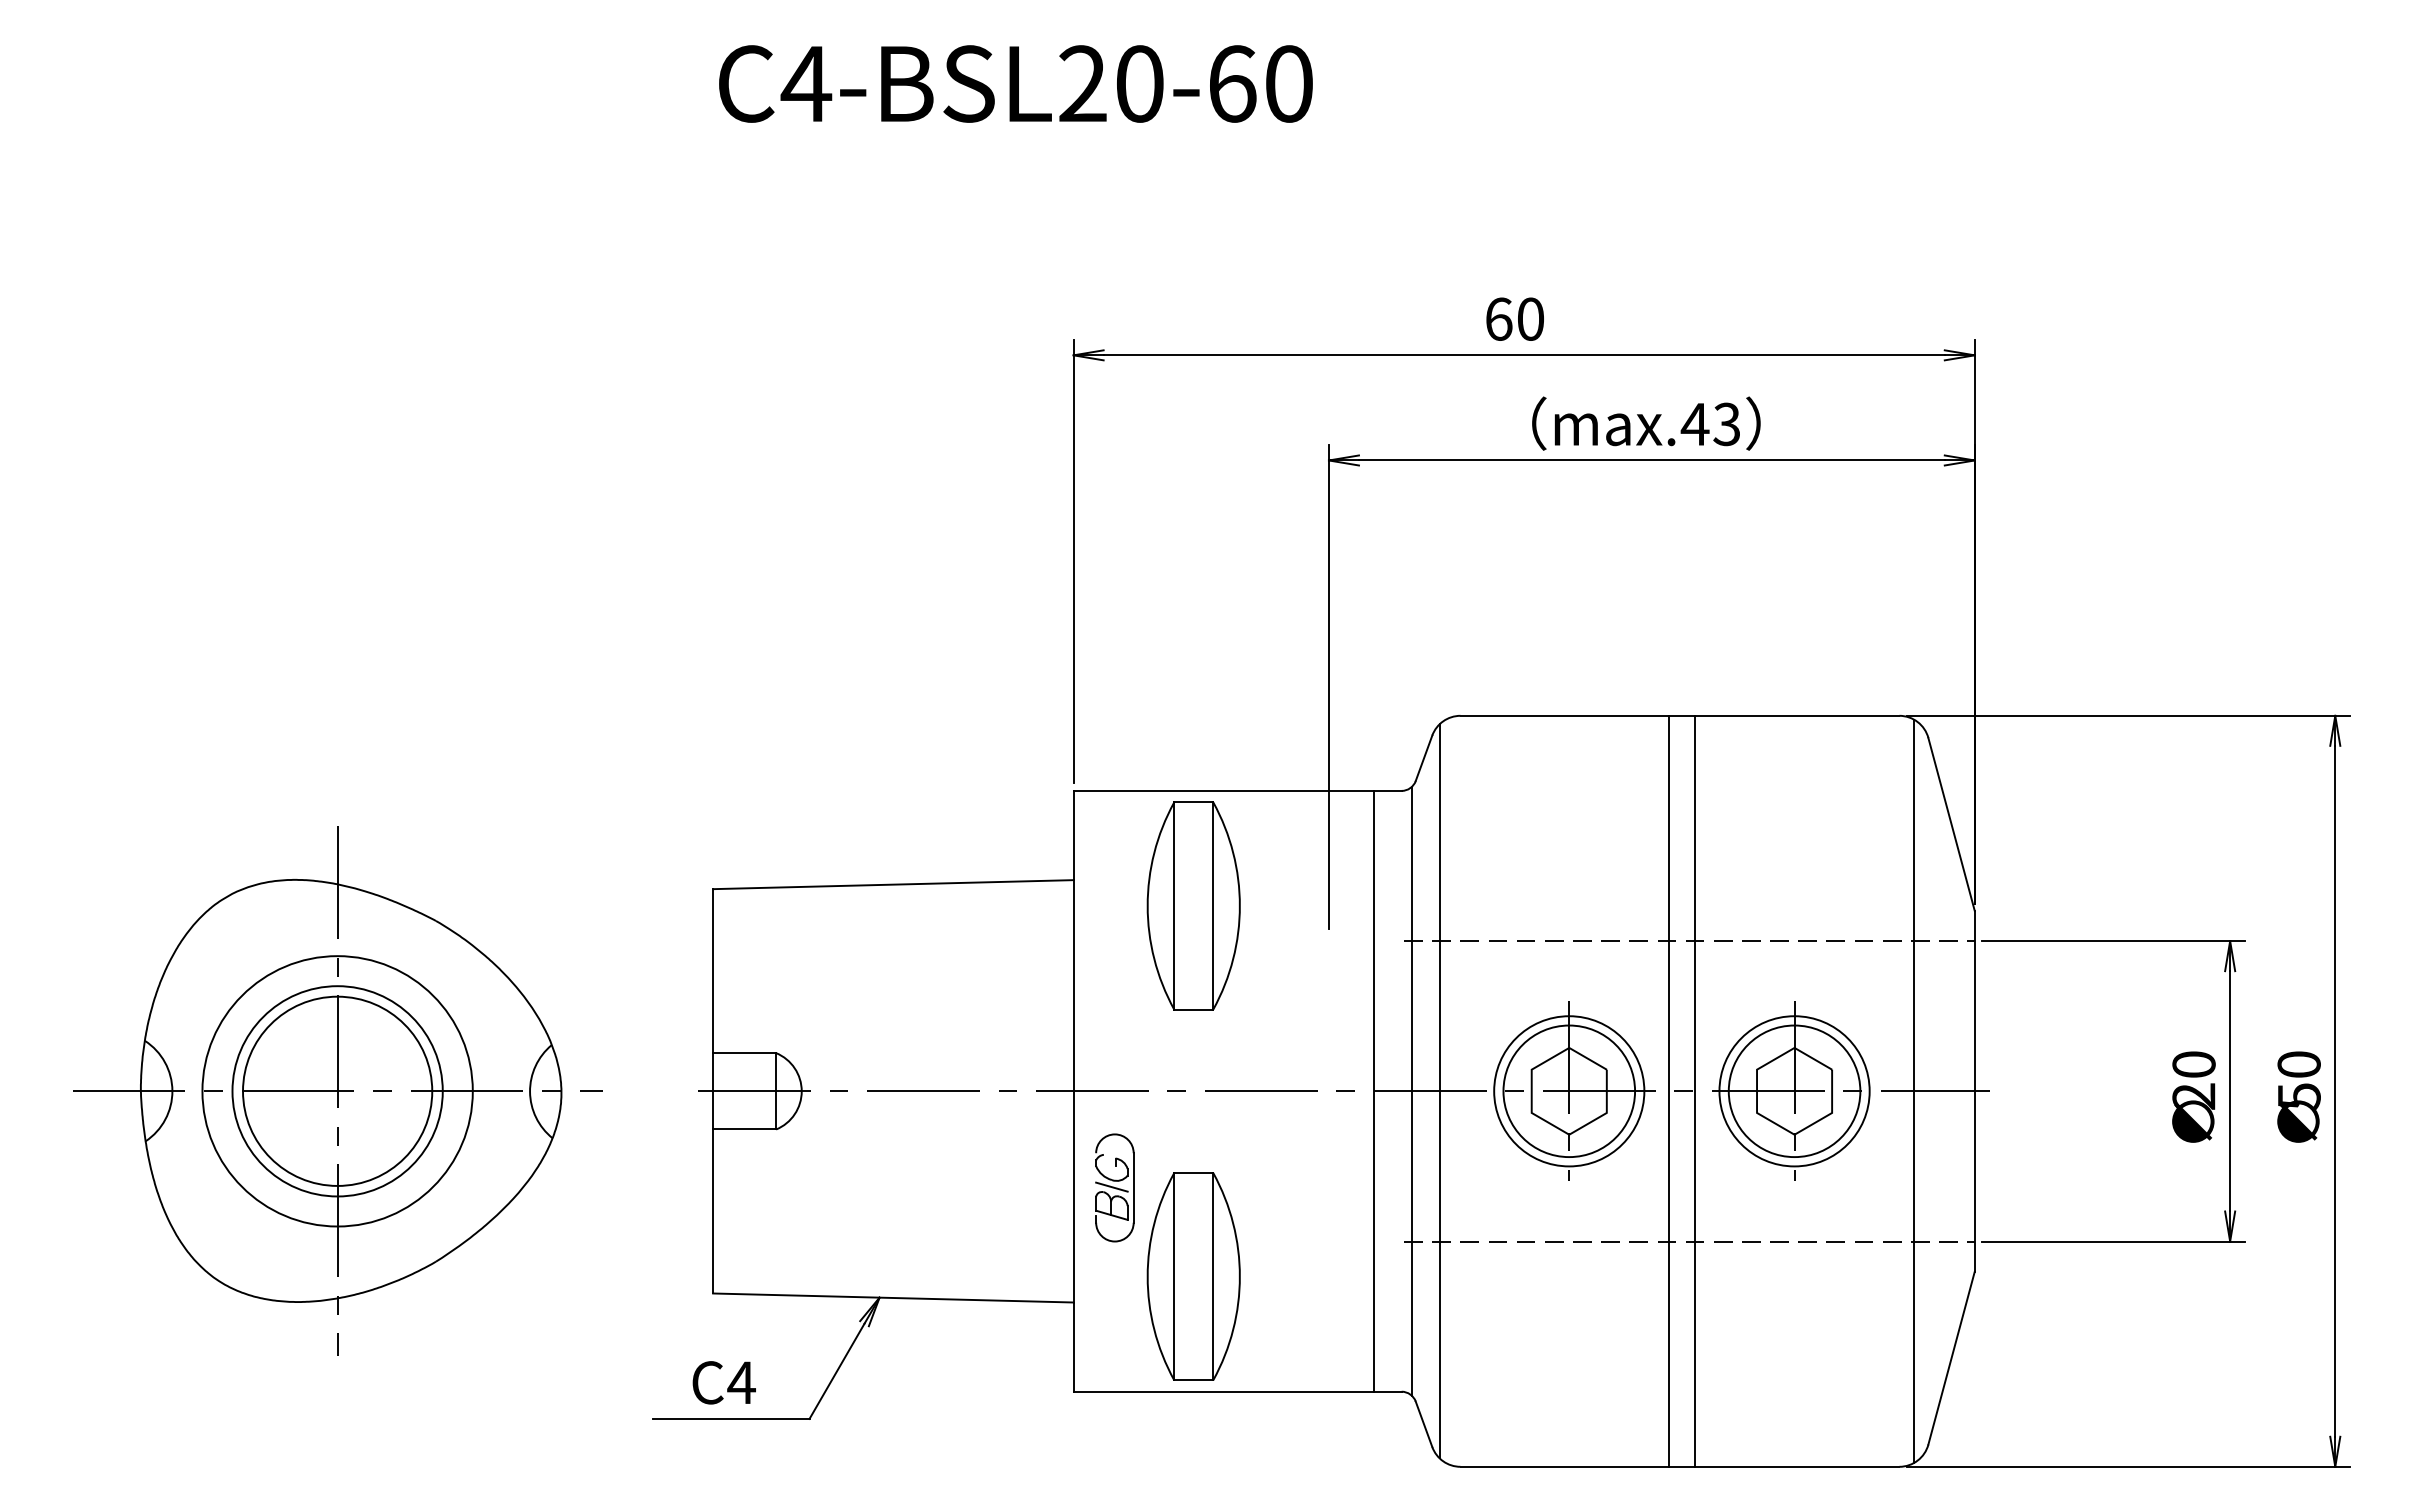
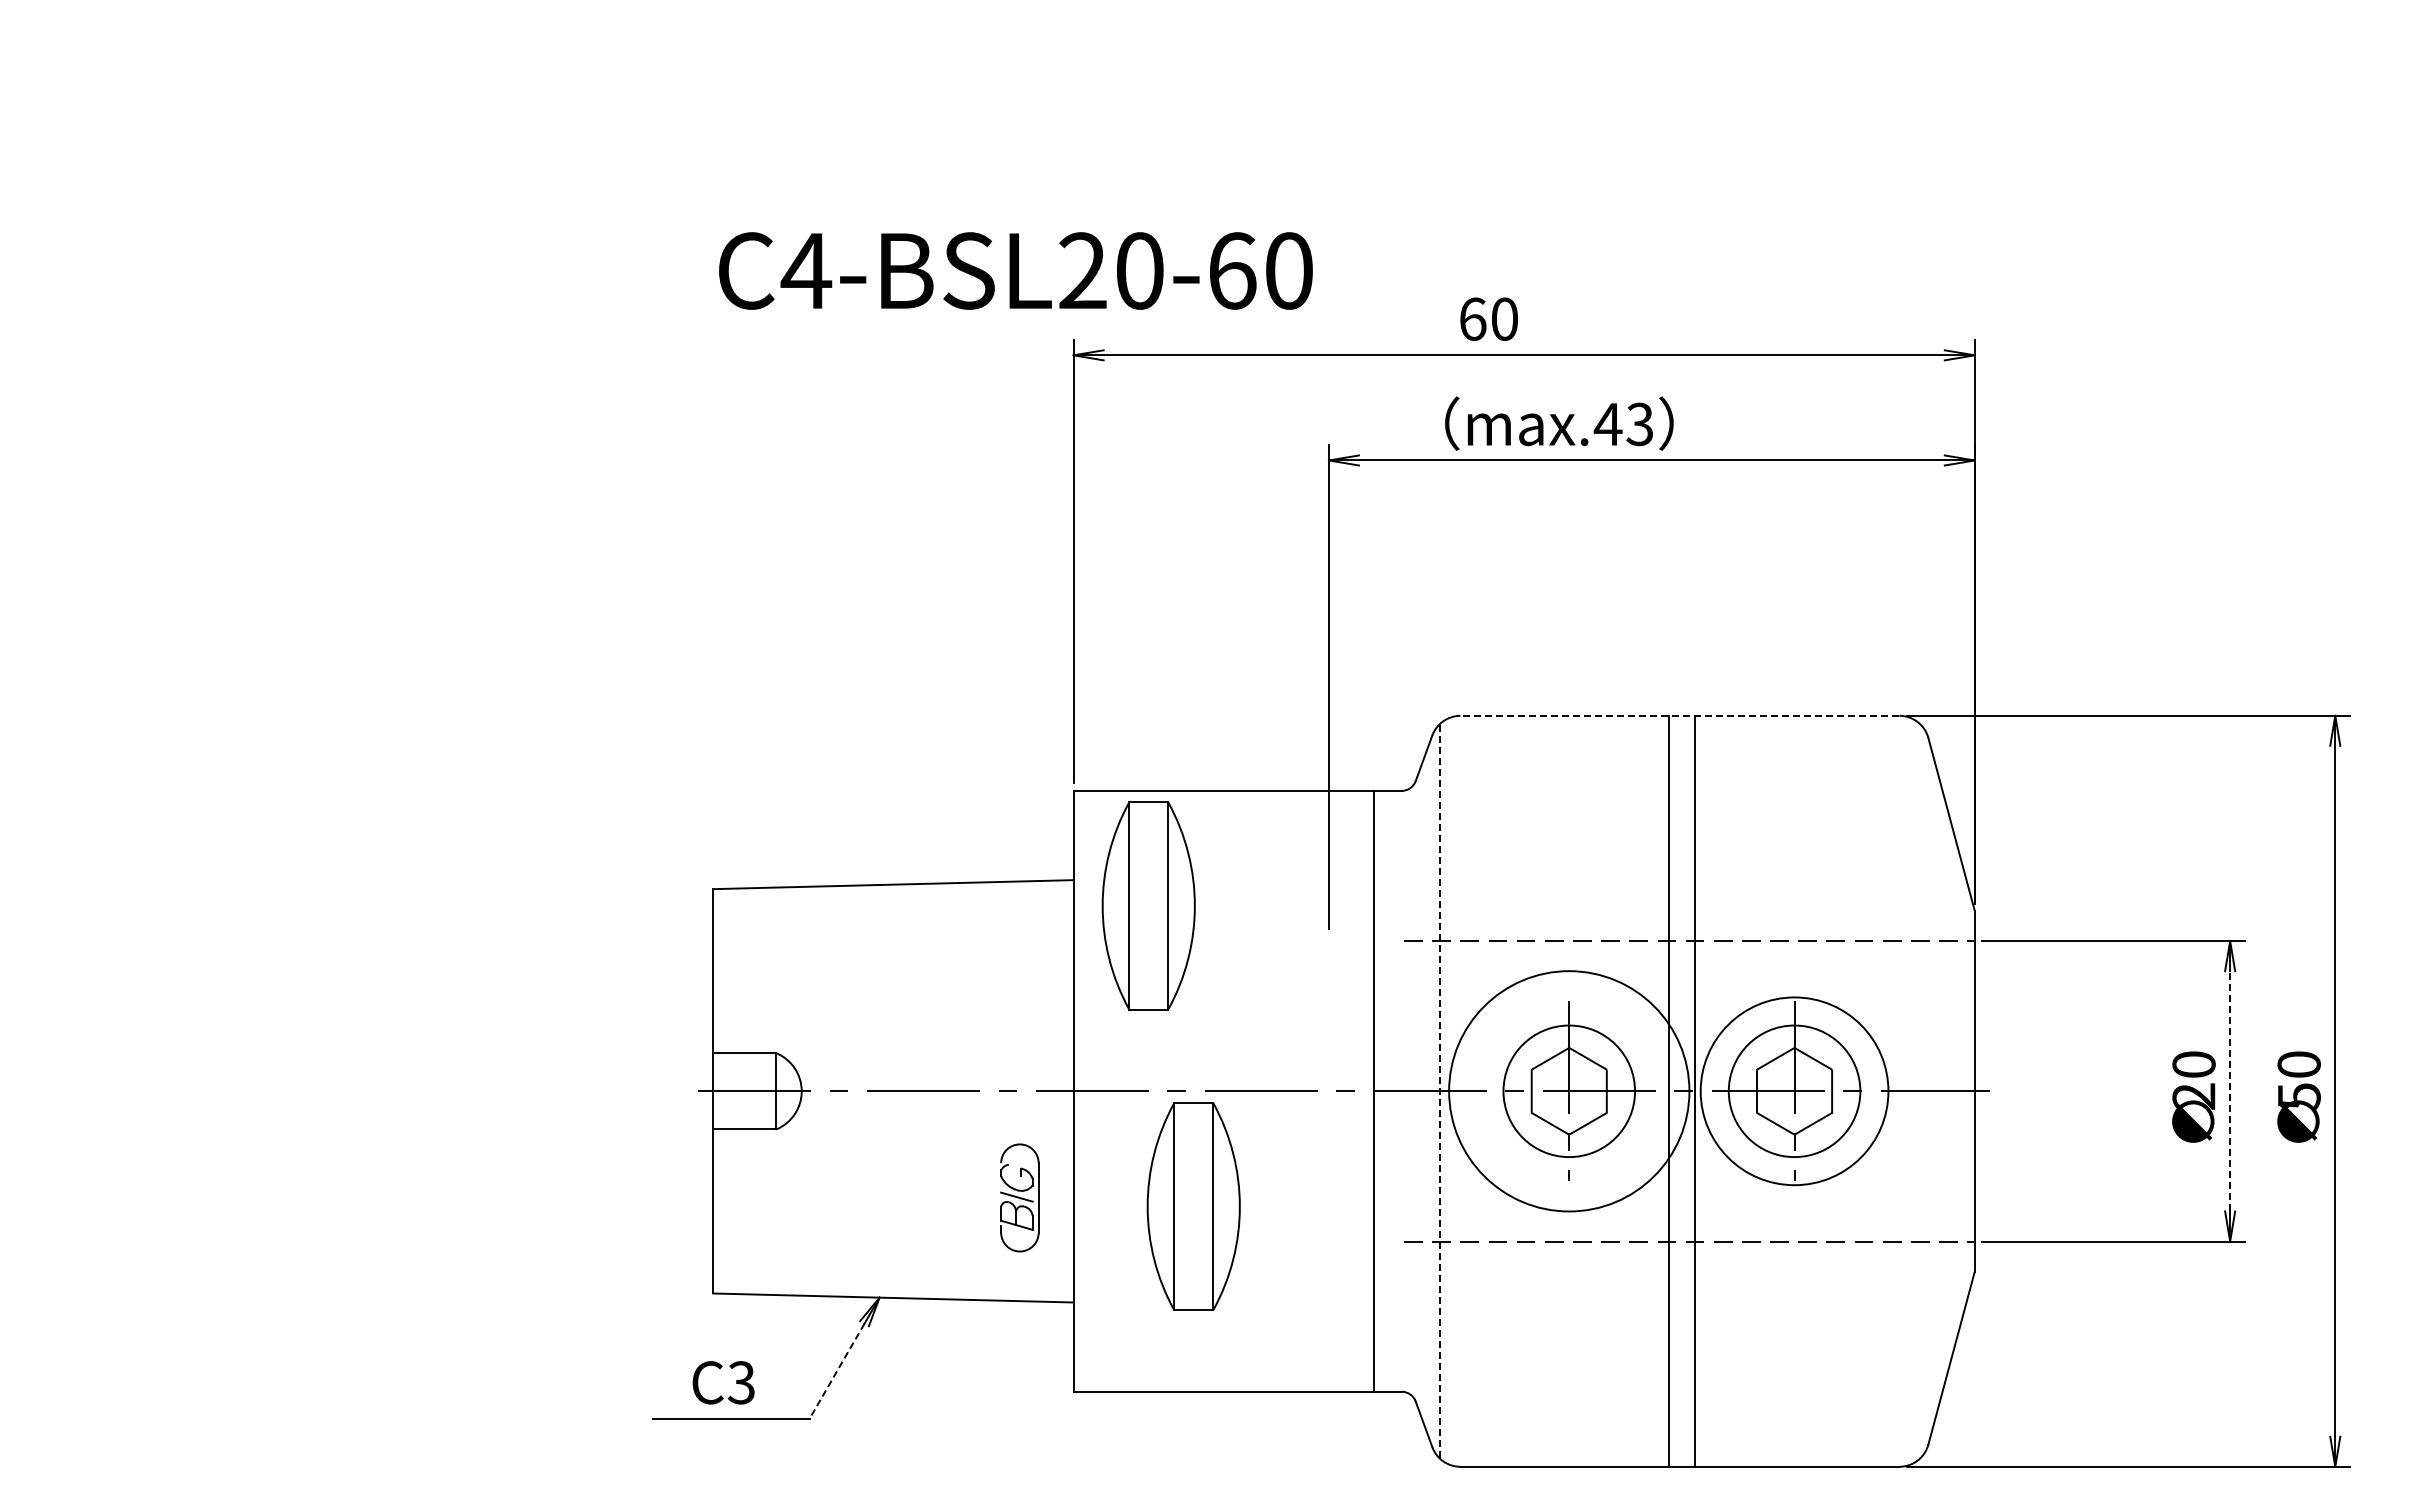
text at (1015, 83) position: (1015, 83) -> (1015, 270)
text at (1514, 318) position: (1514, 318) -> (1488, 318)
text at (1646, 423) position: (1646, 423) -> (1559, 423)
line at (1679, 715): solid -> dashed
part at (1193, 905) position: (1193, 905) -> (1148, 905)
part at (337, 1090): present -> none
line at (2230, 1090): solid -> dashed
line at (1412, 1091): present -> none
line at (1439, 1091): solid -> dashed
circle at (1569, 1091) diameter: 150 px -> 240 px
circle at (1794, 1091) diameter: 150 px -> 188 px
line at (1914, 1091): present -> none
part at (1114, 1187) position: (1114, 1187) -> (1019, 1197)
part at (1193, 1276) position: (1193, 1276) -> (1193, 1206)
line at (837, 1371): solid -> dashed
text at (741, 1382): C4 -> C3
